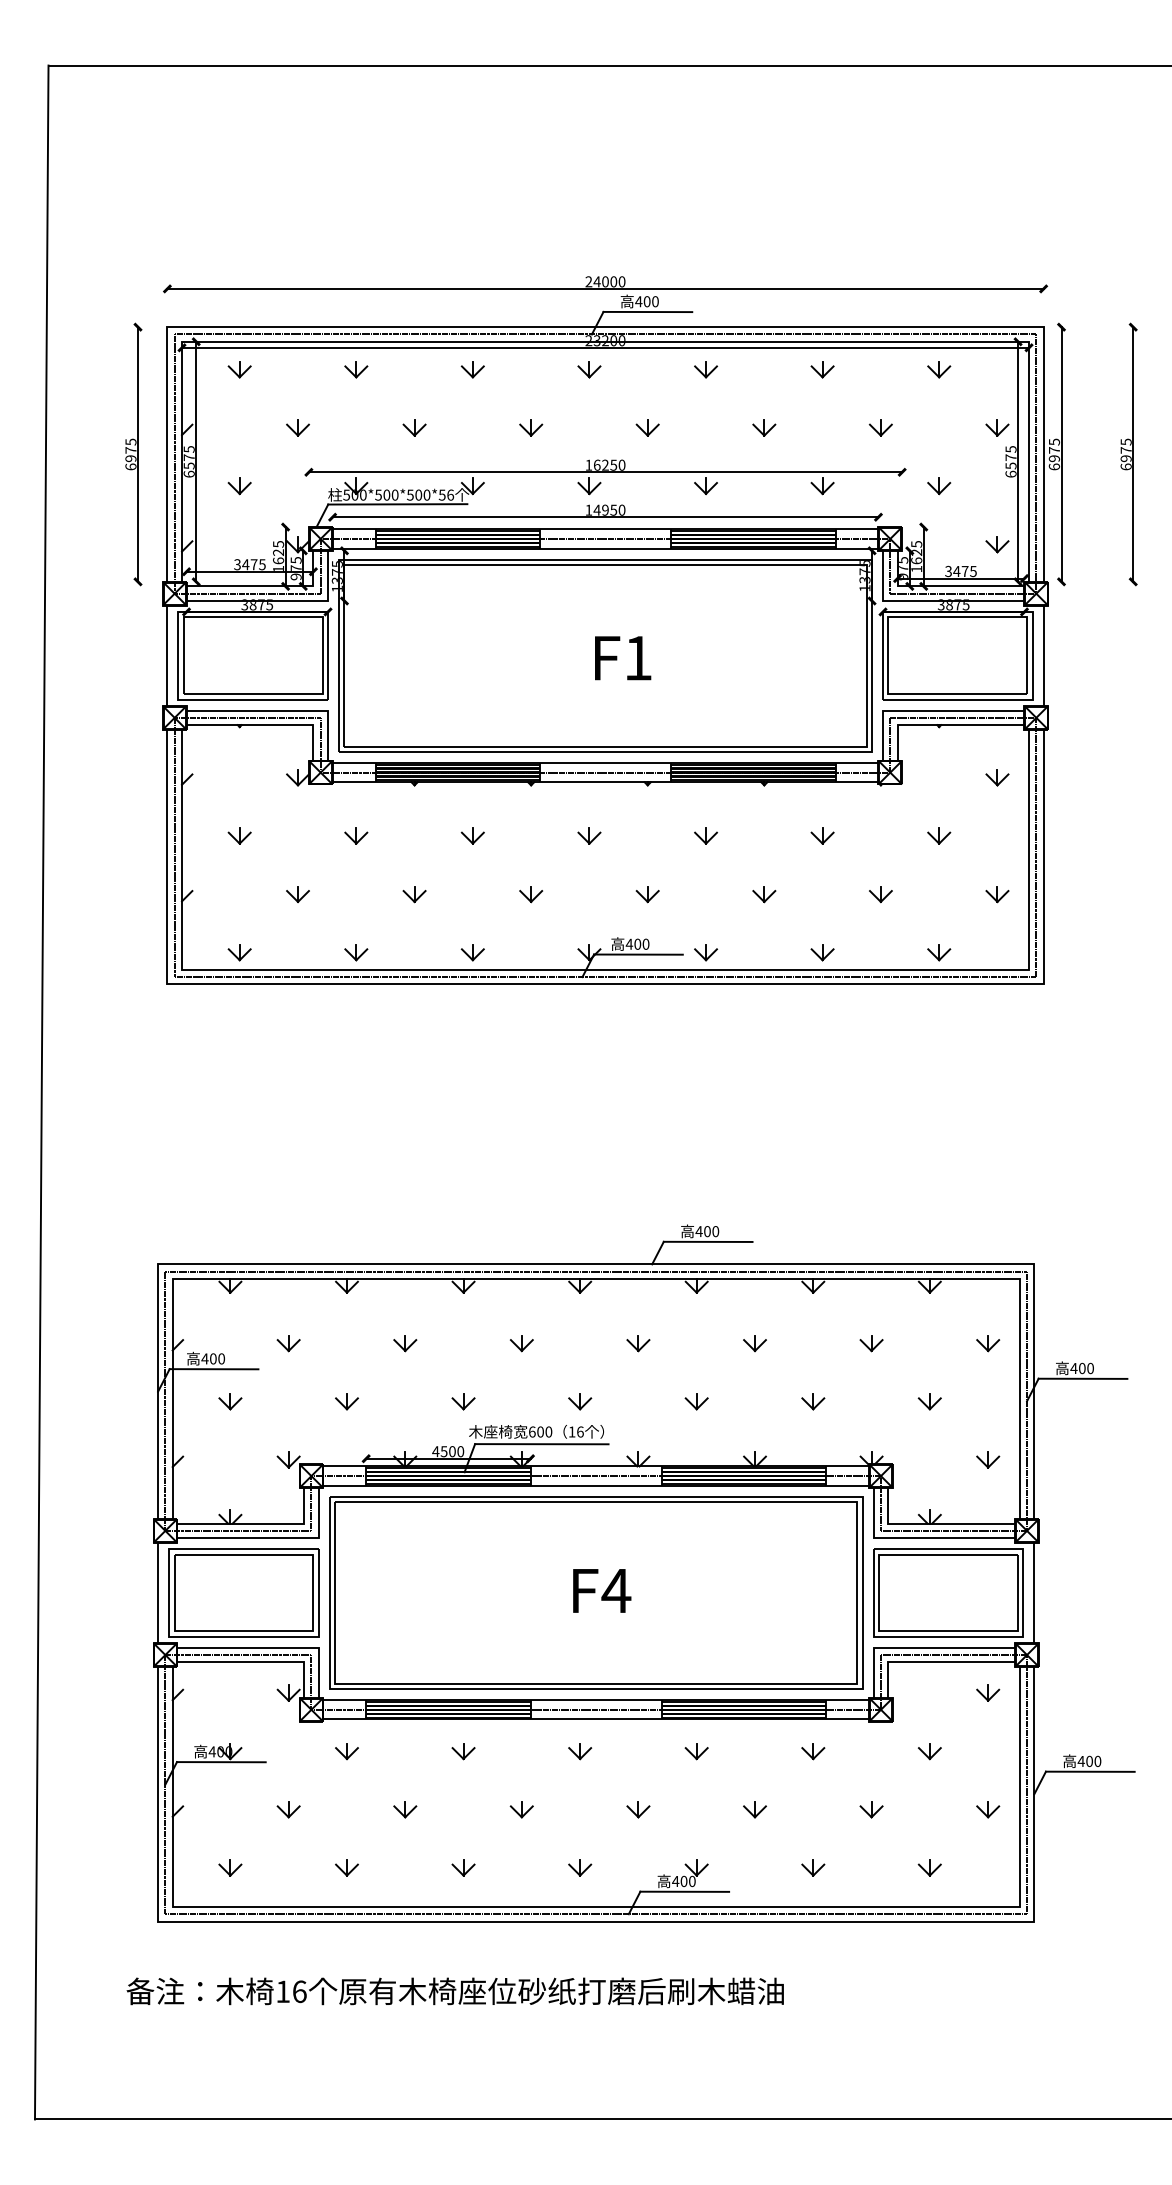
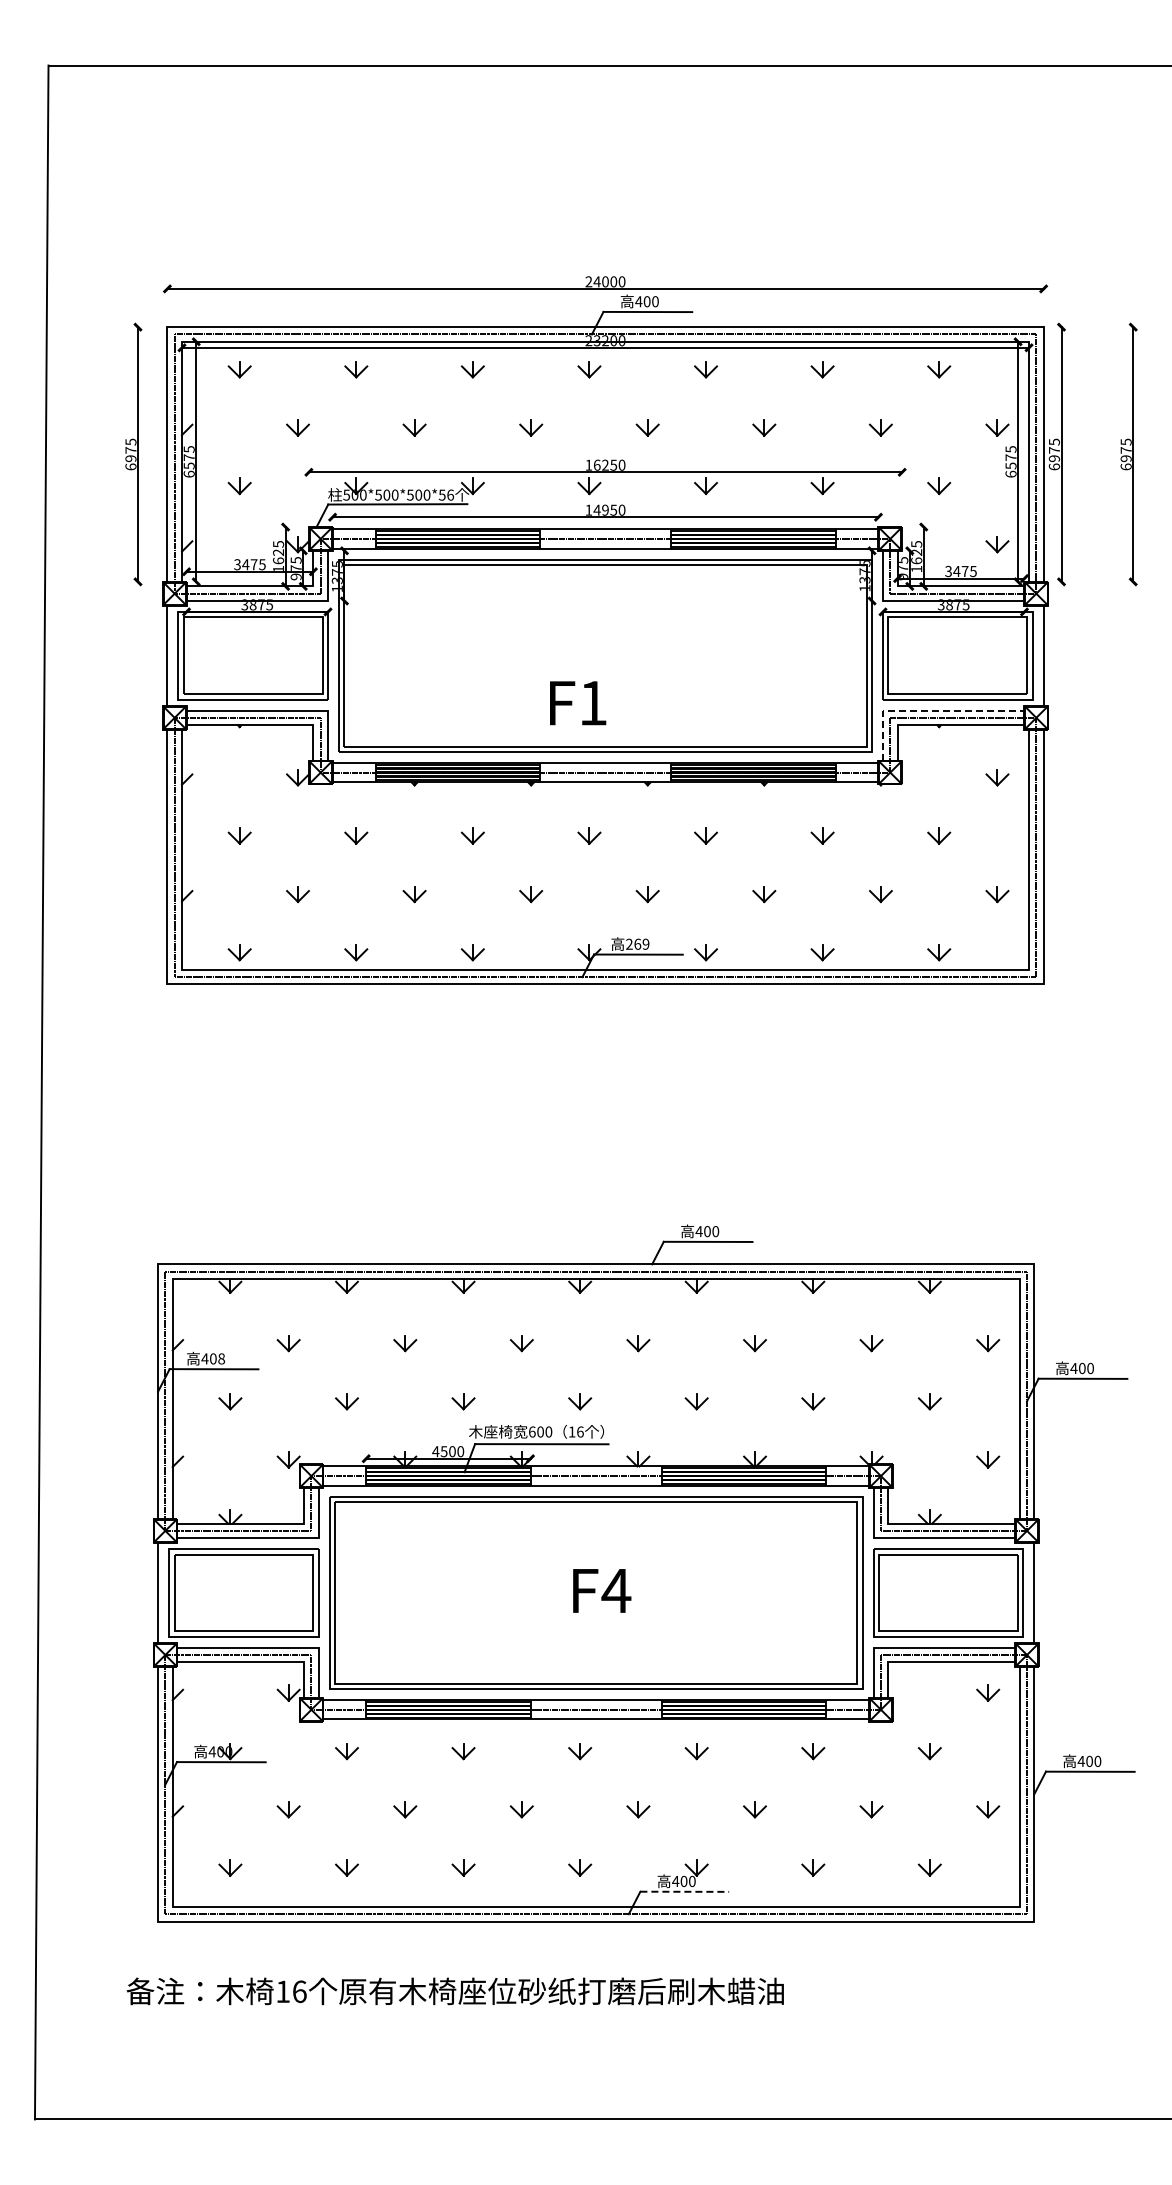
text at (623, 658) position: (623, 658) -> (578, 703)
line at (927, 710): solid -> dashed
text at (637, 943): 400 -> 269
text at (221, 1358): 400 -> 408
line at (685, 1891): solid -> dashed
